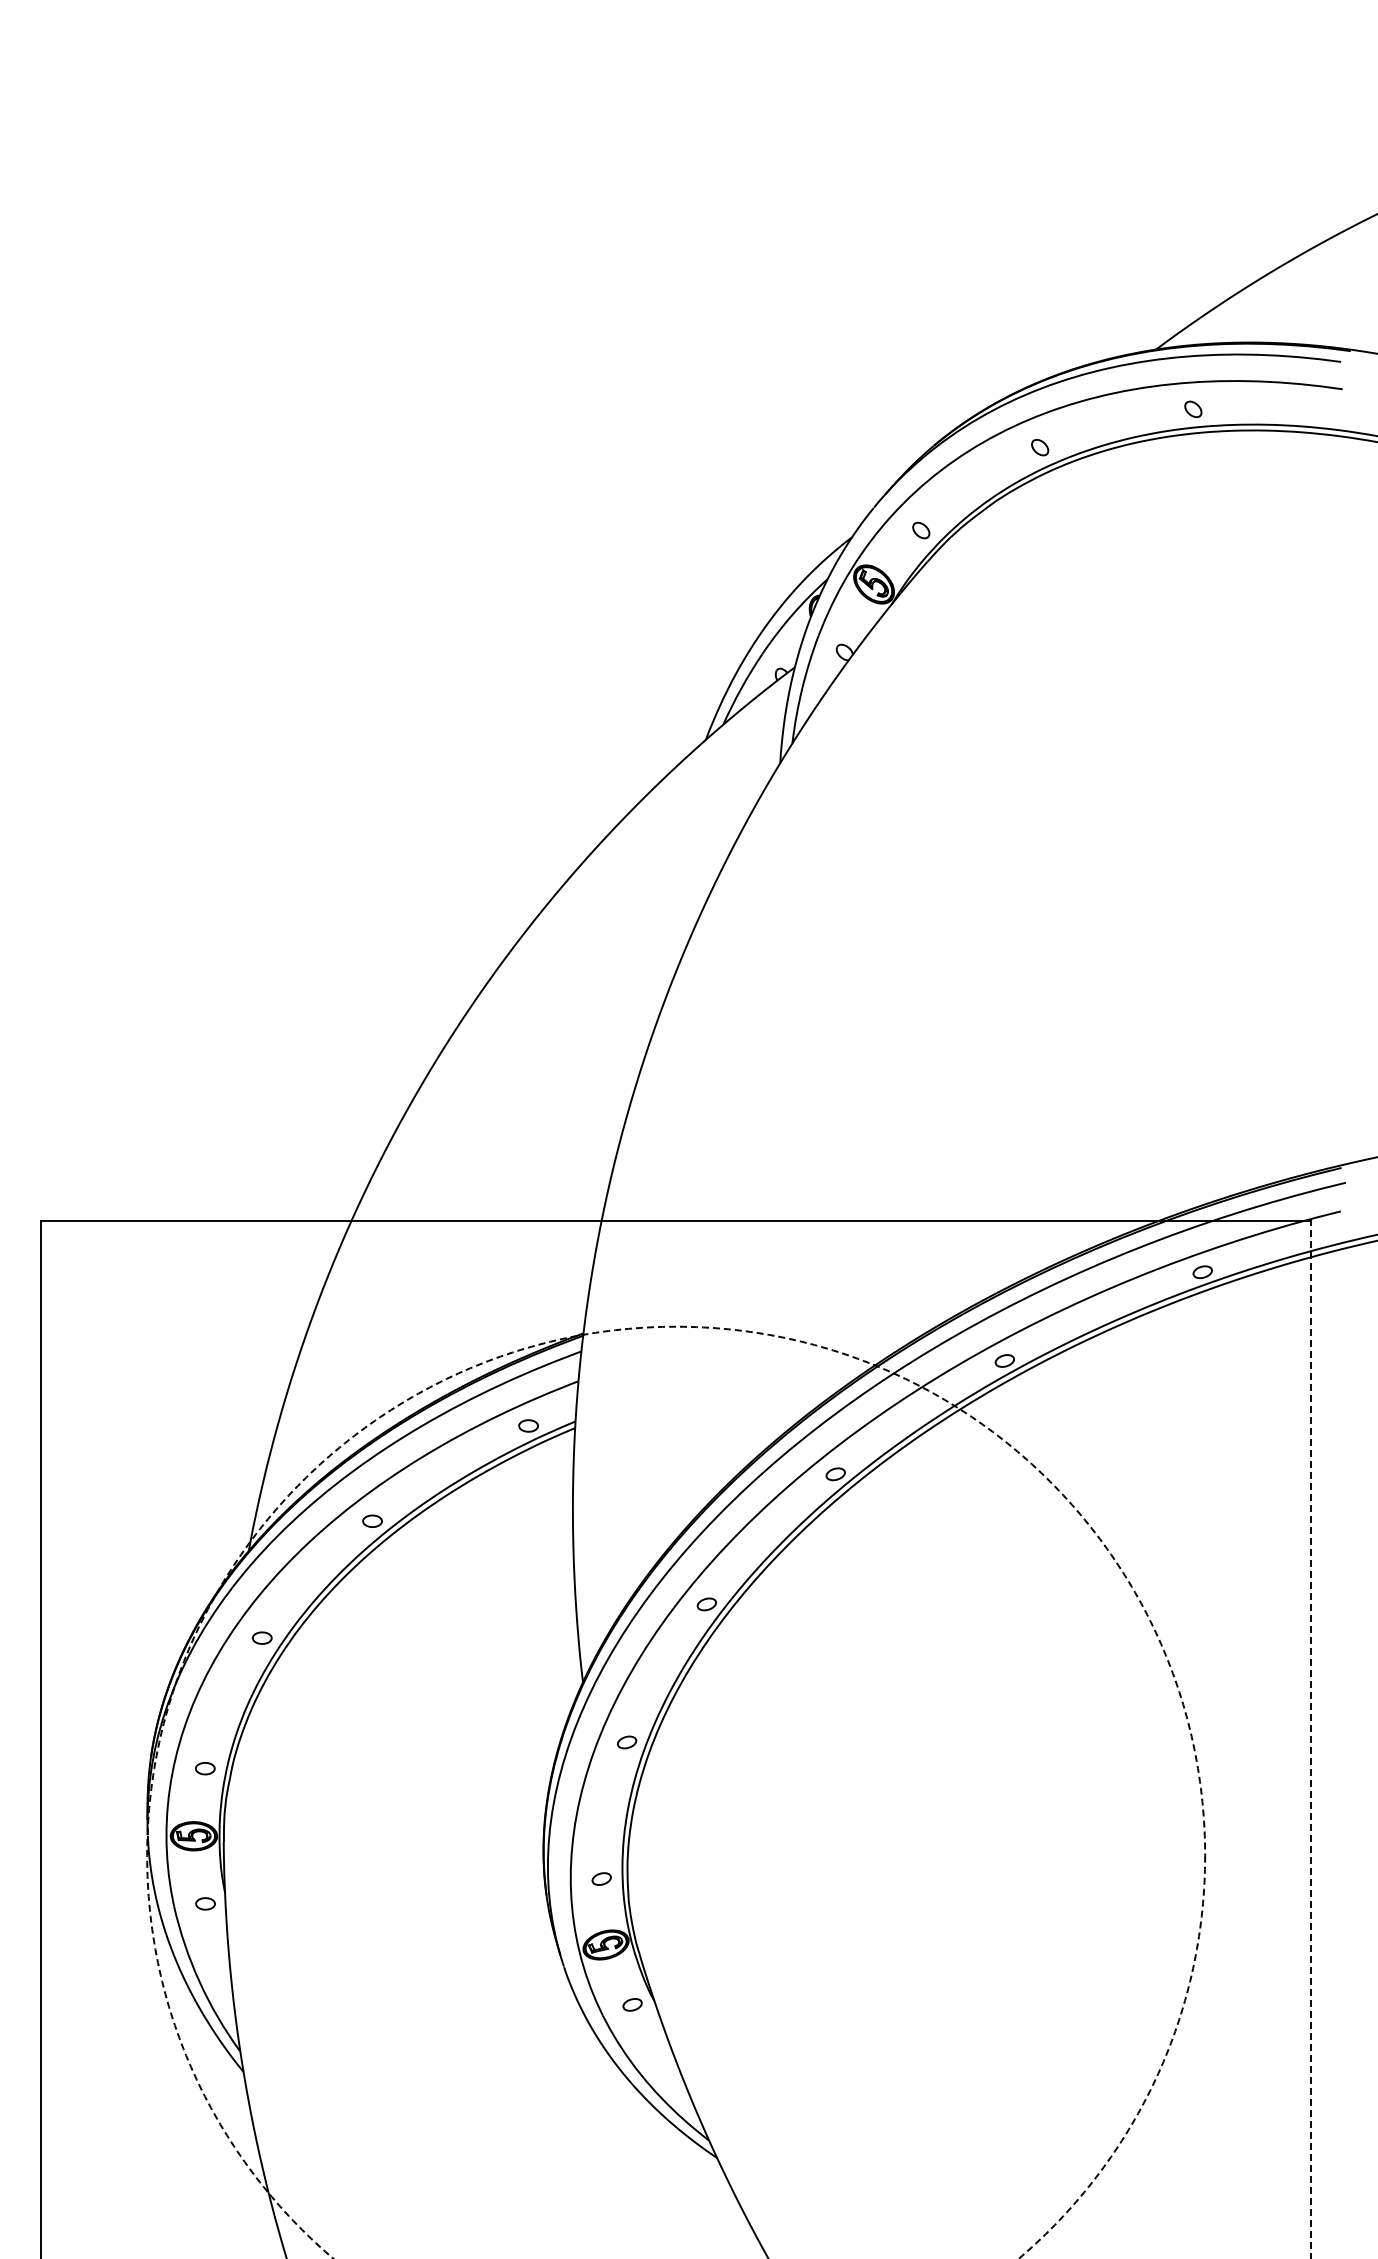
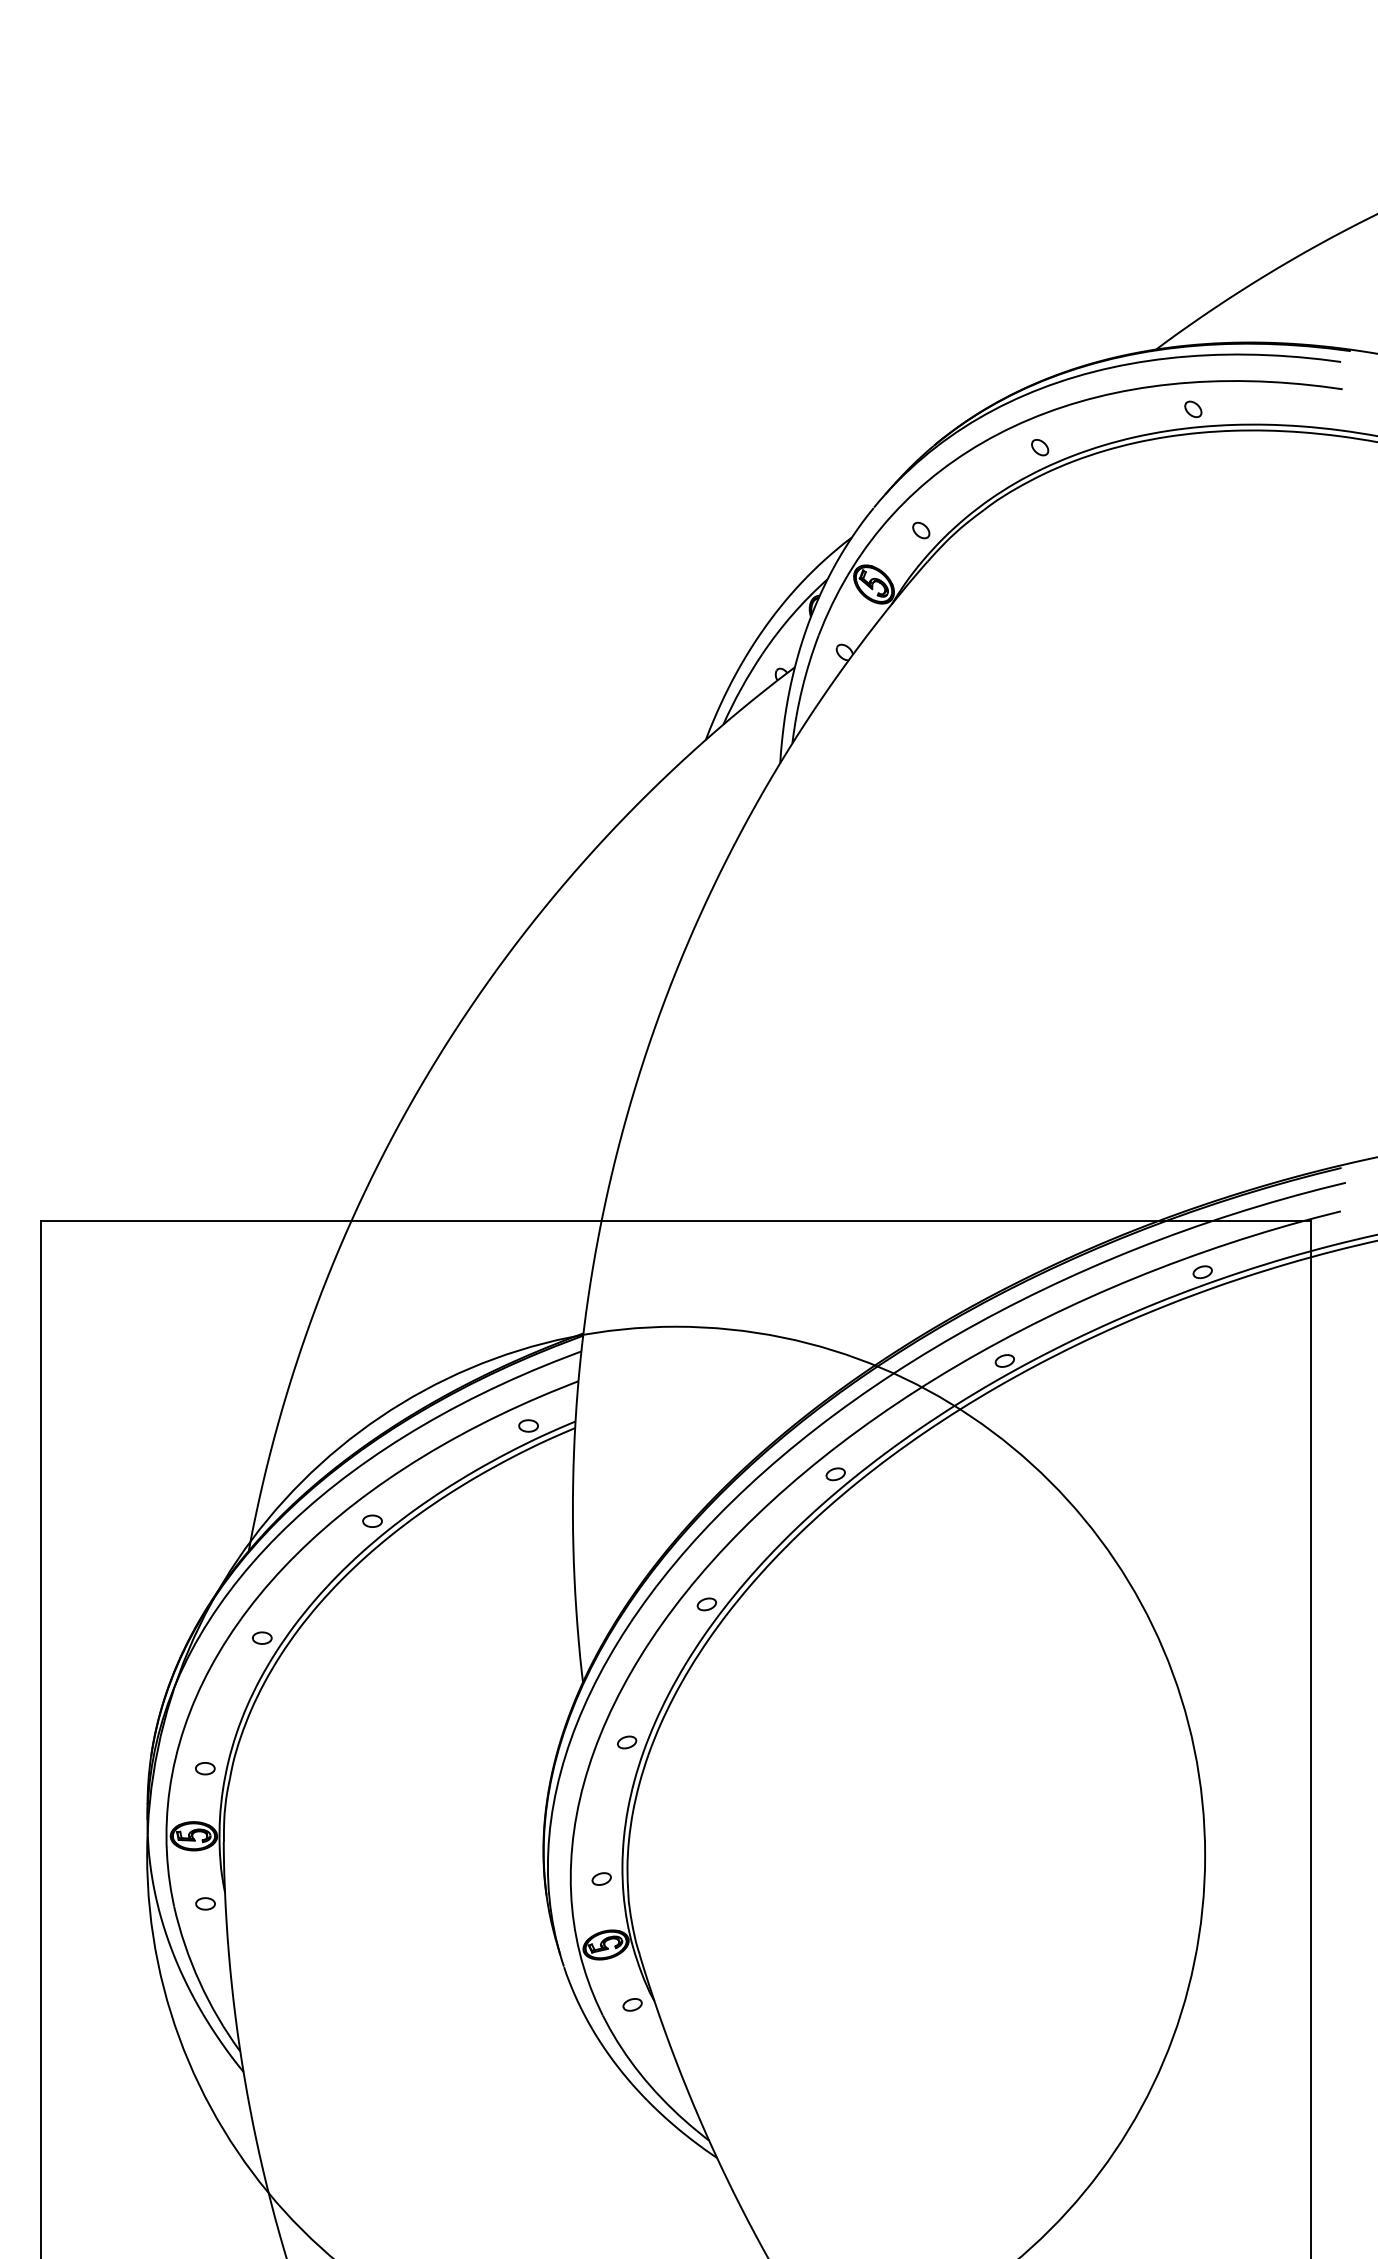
line at (1310, 1739): dashed -> solid
circle at (676, 1792): dashed -> solid
